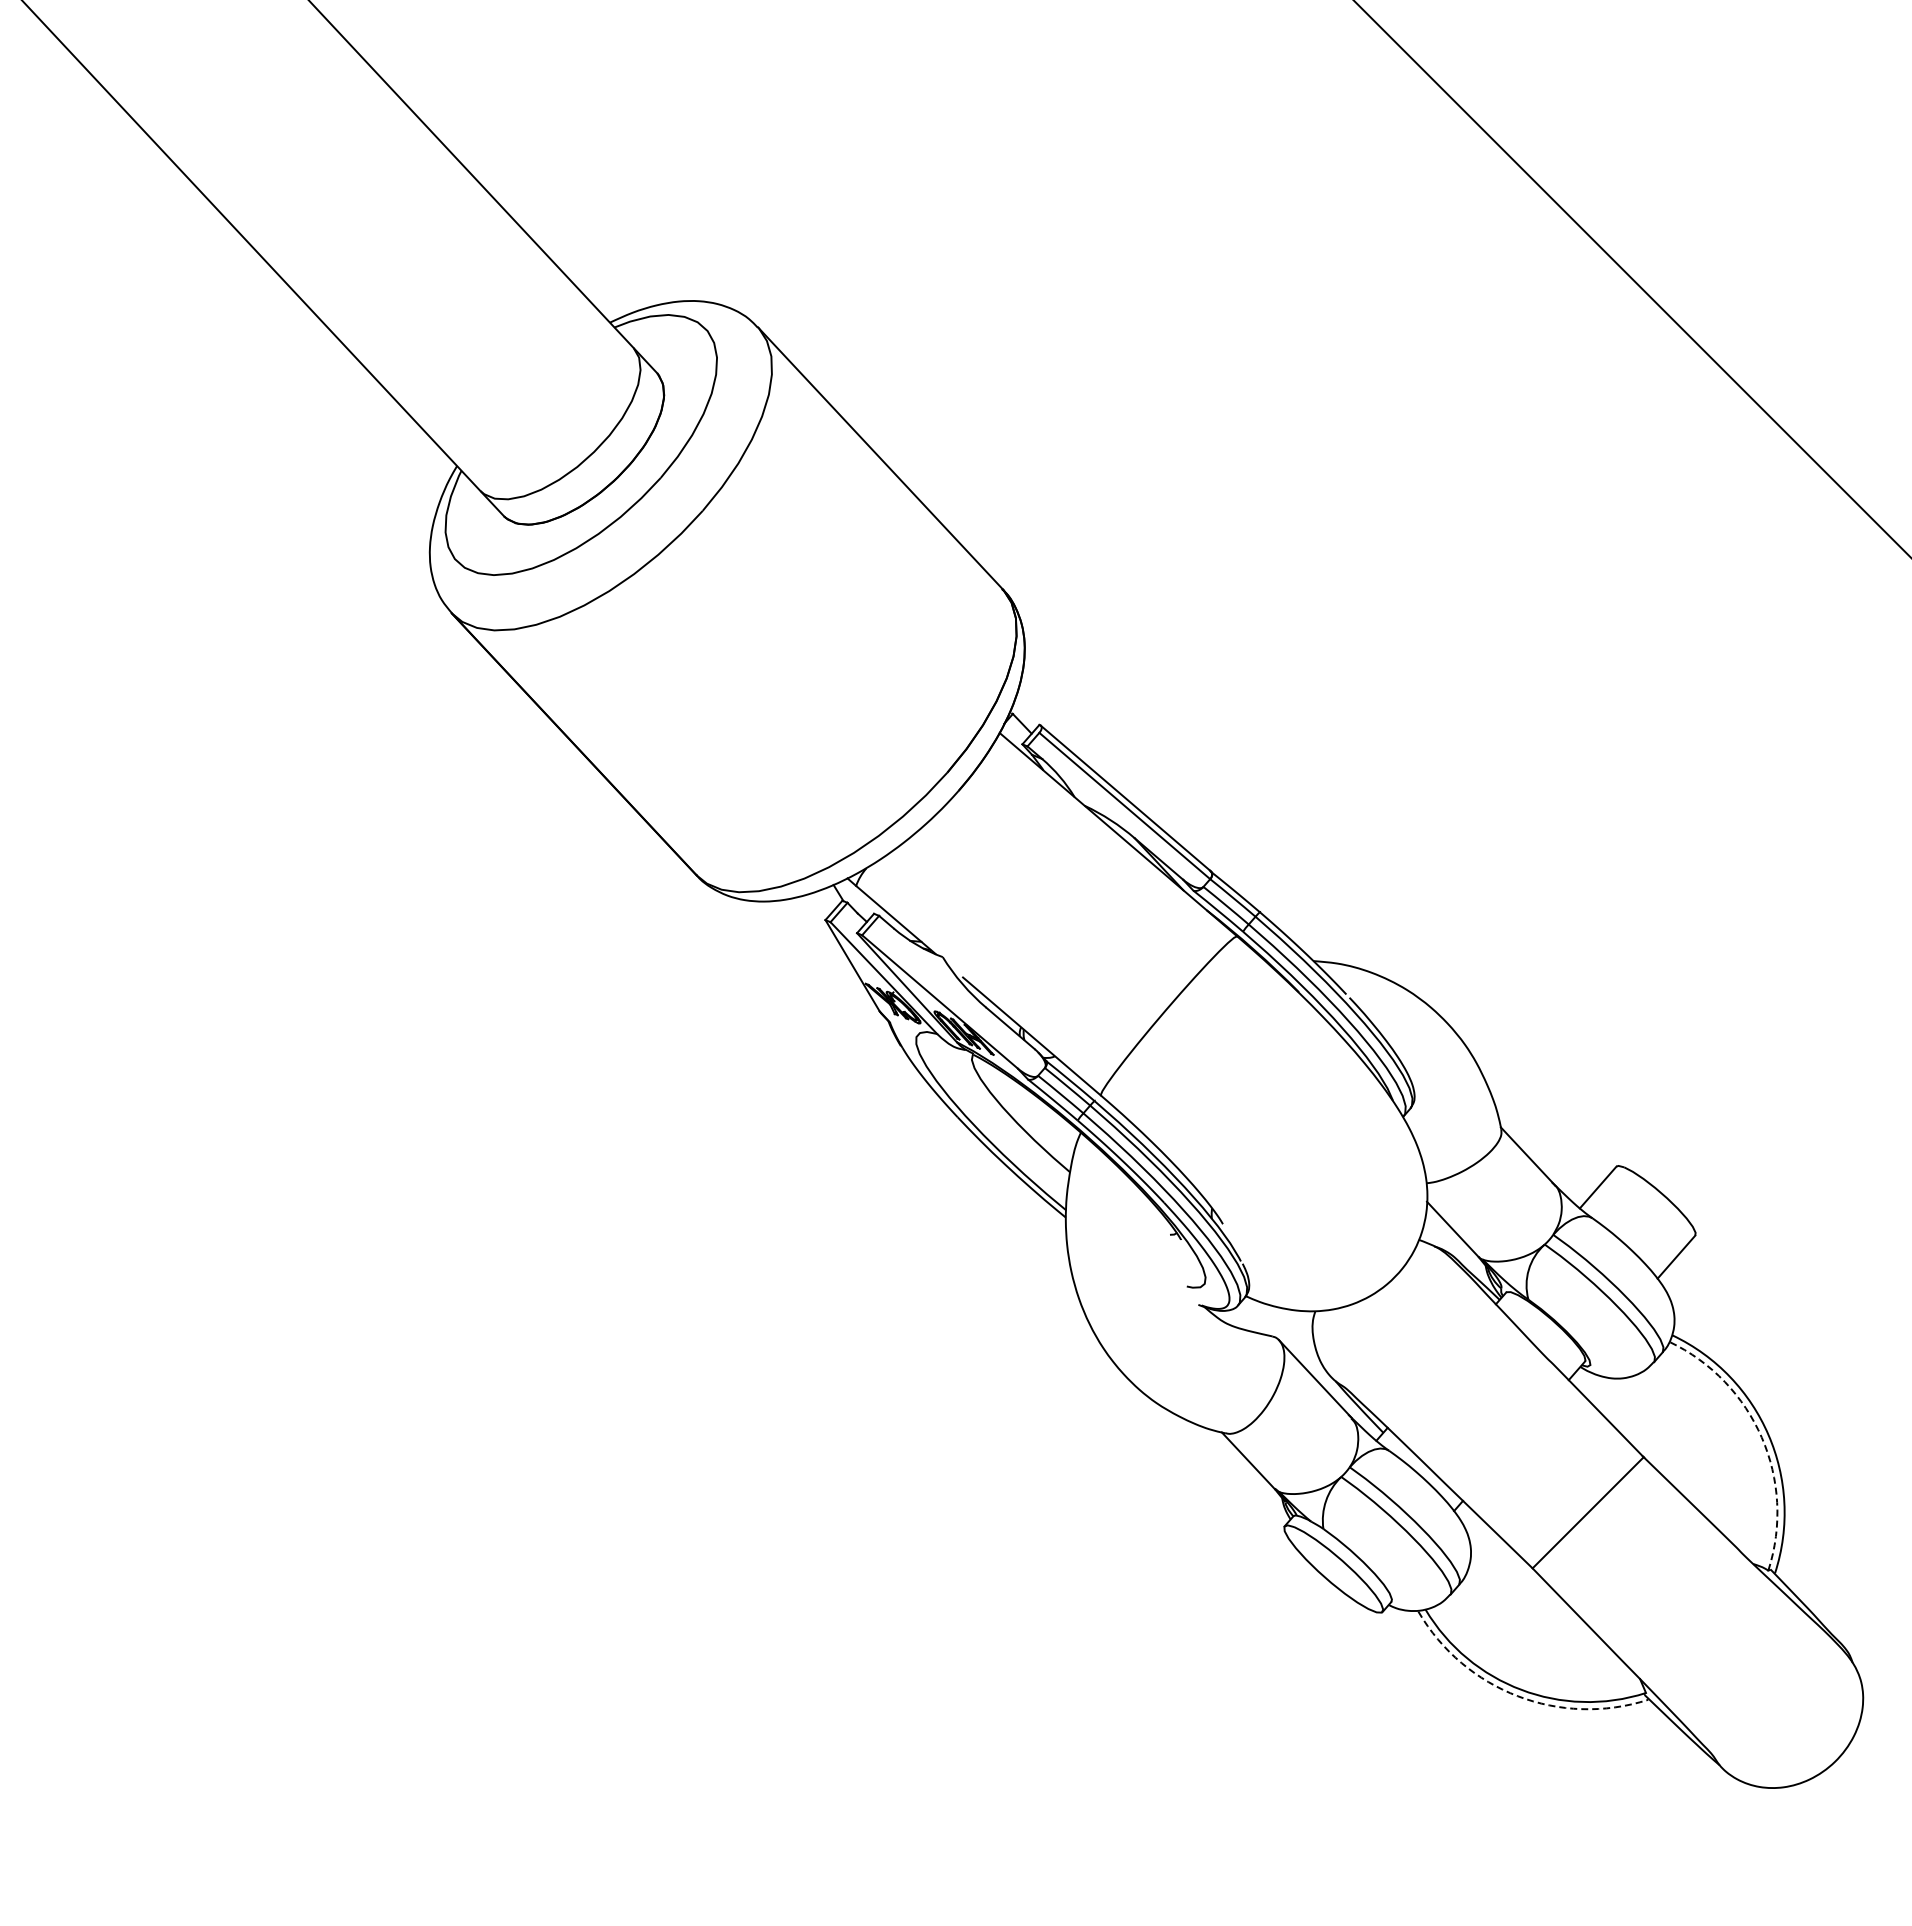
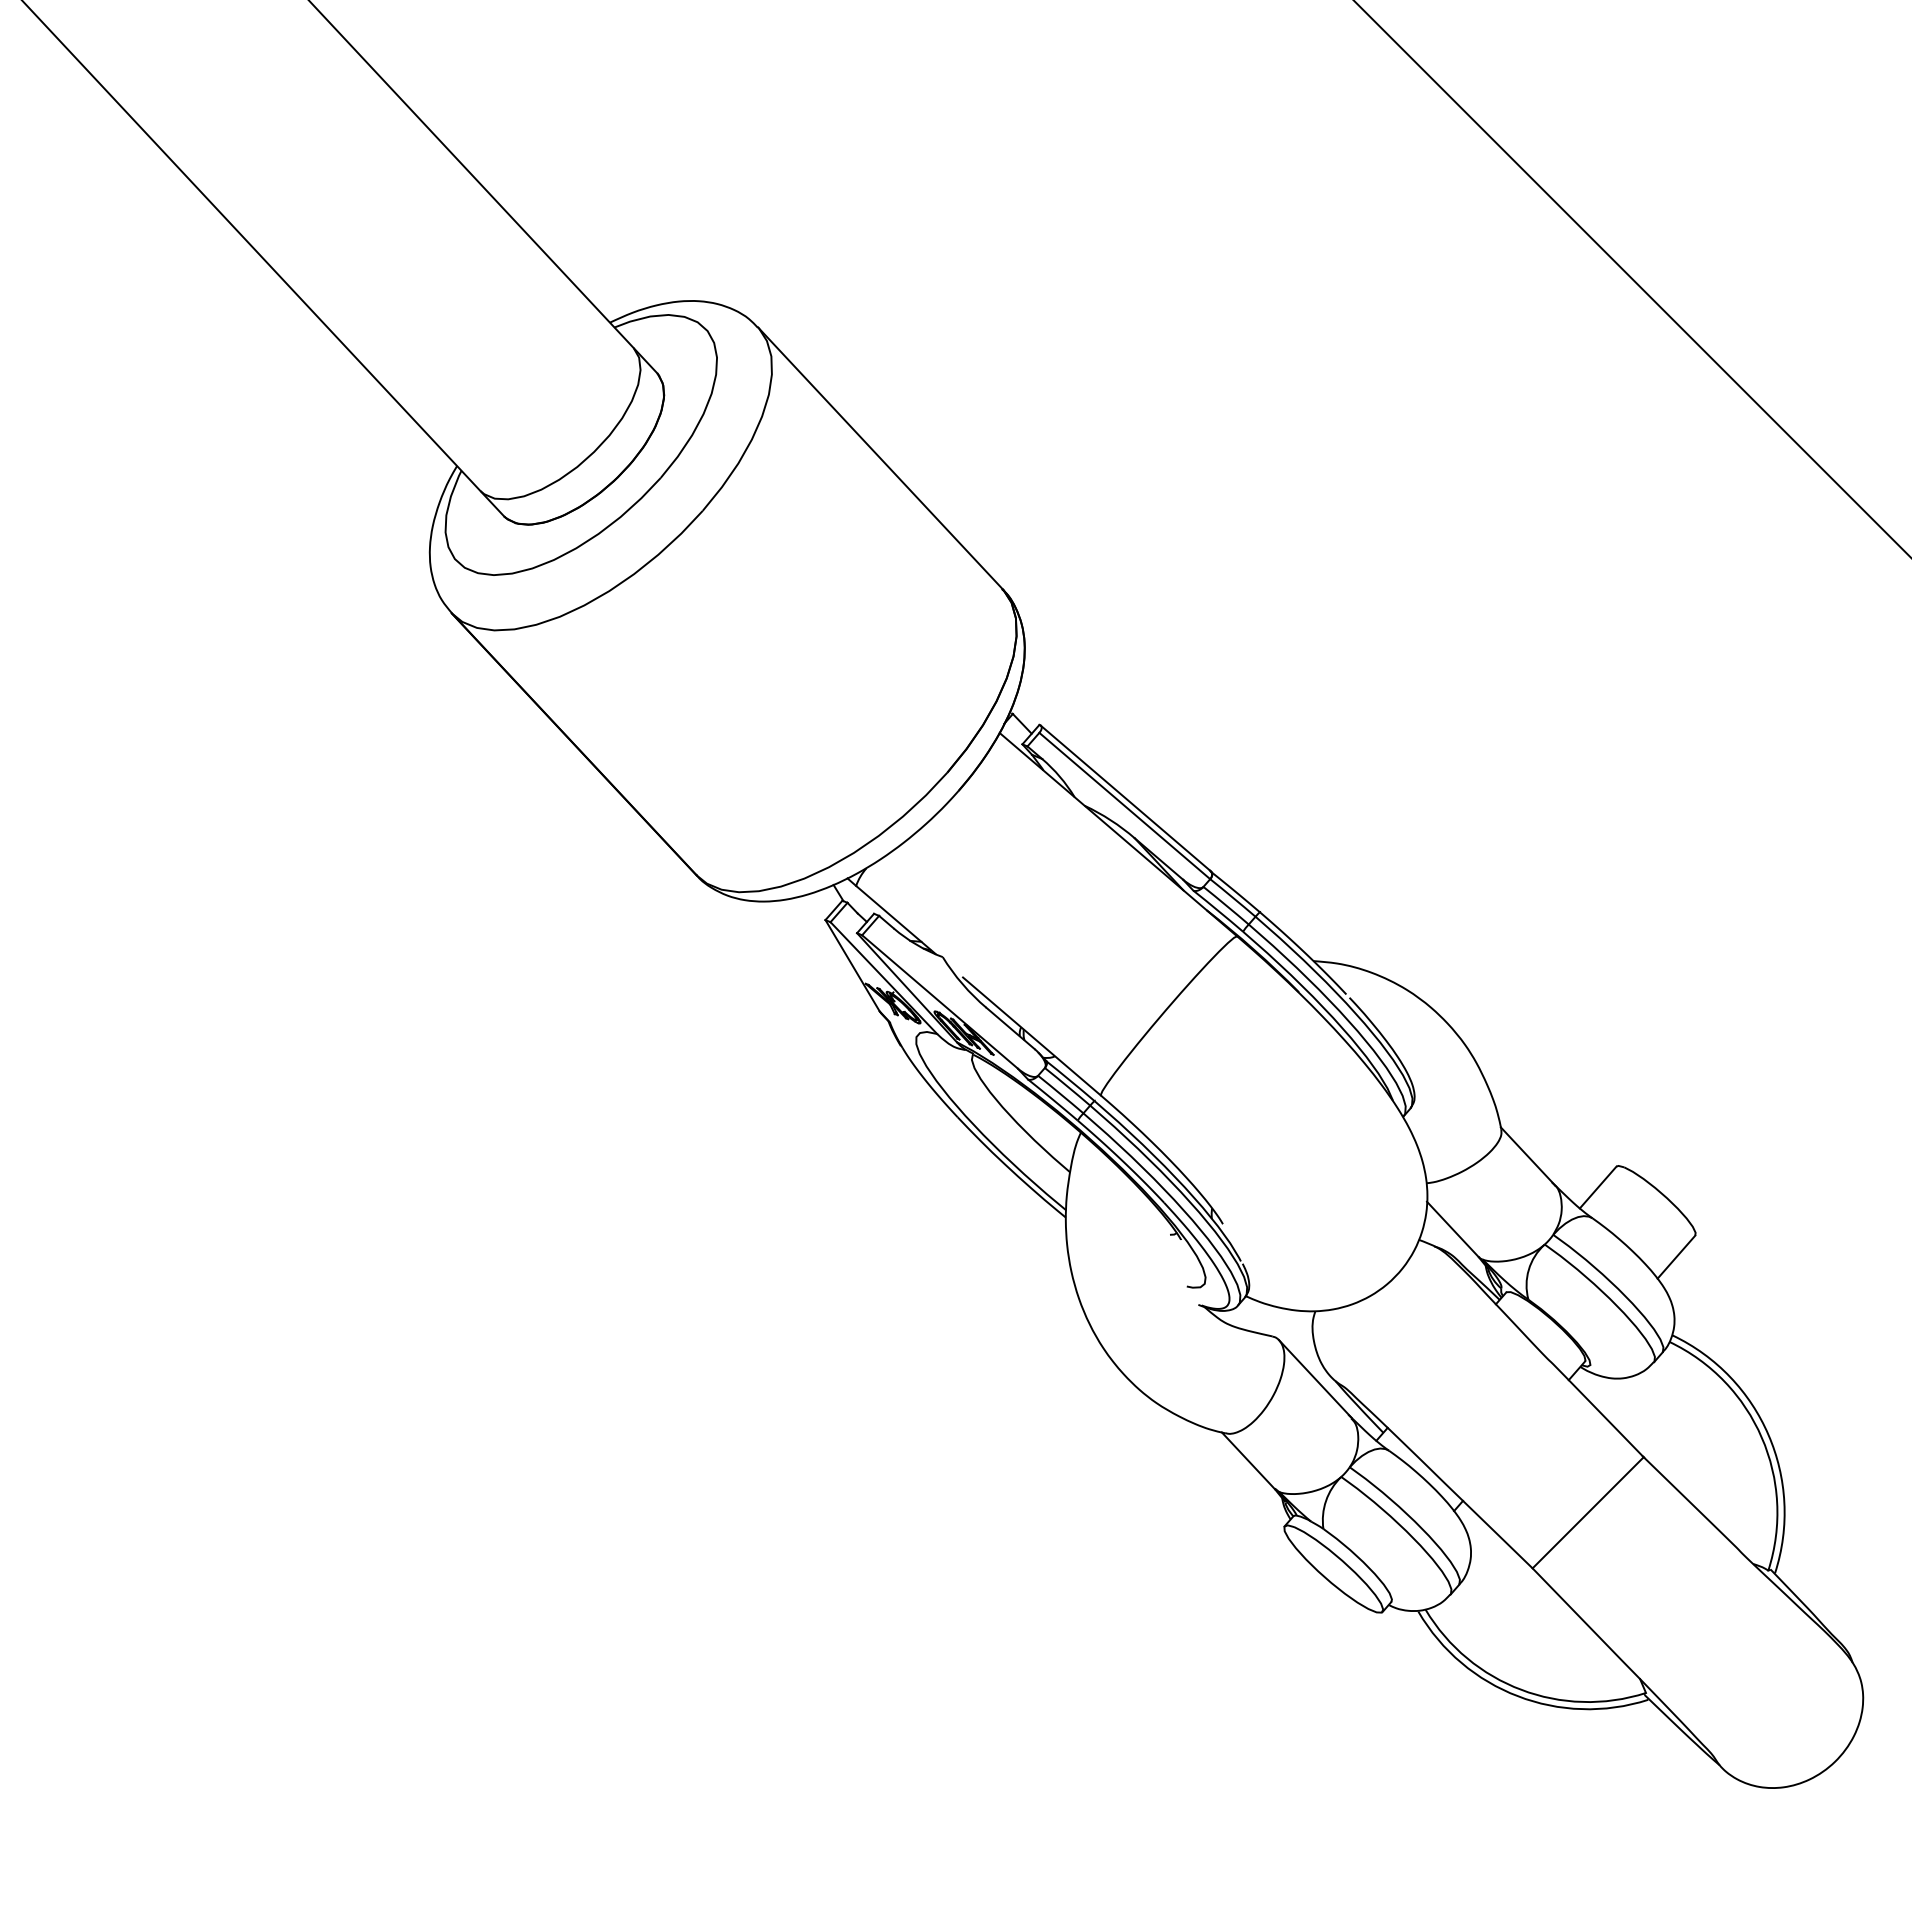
arc at (1761, 1437): dashed -> solid
arc at (1517, 1696): dashed -> solid
